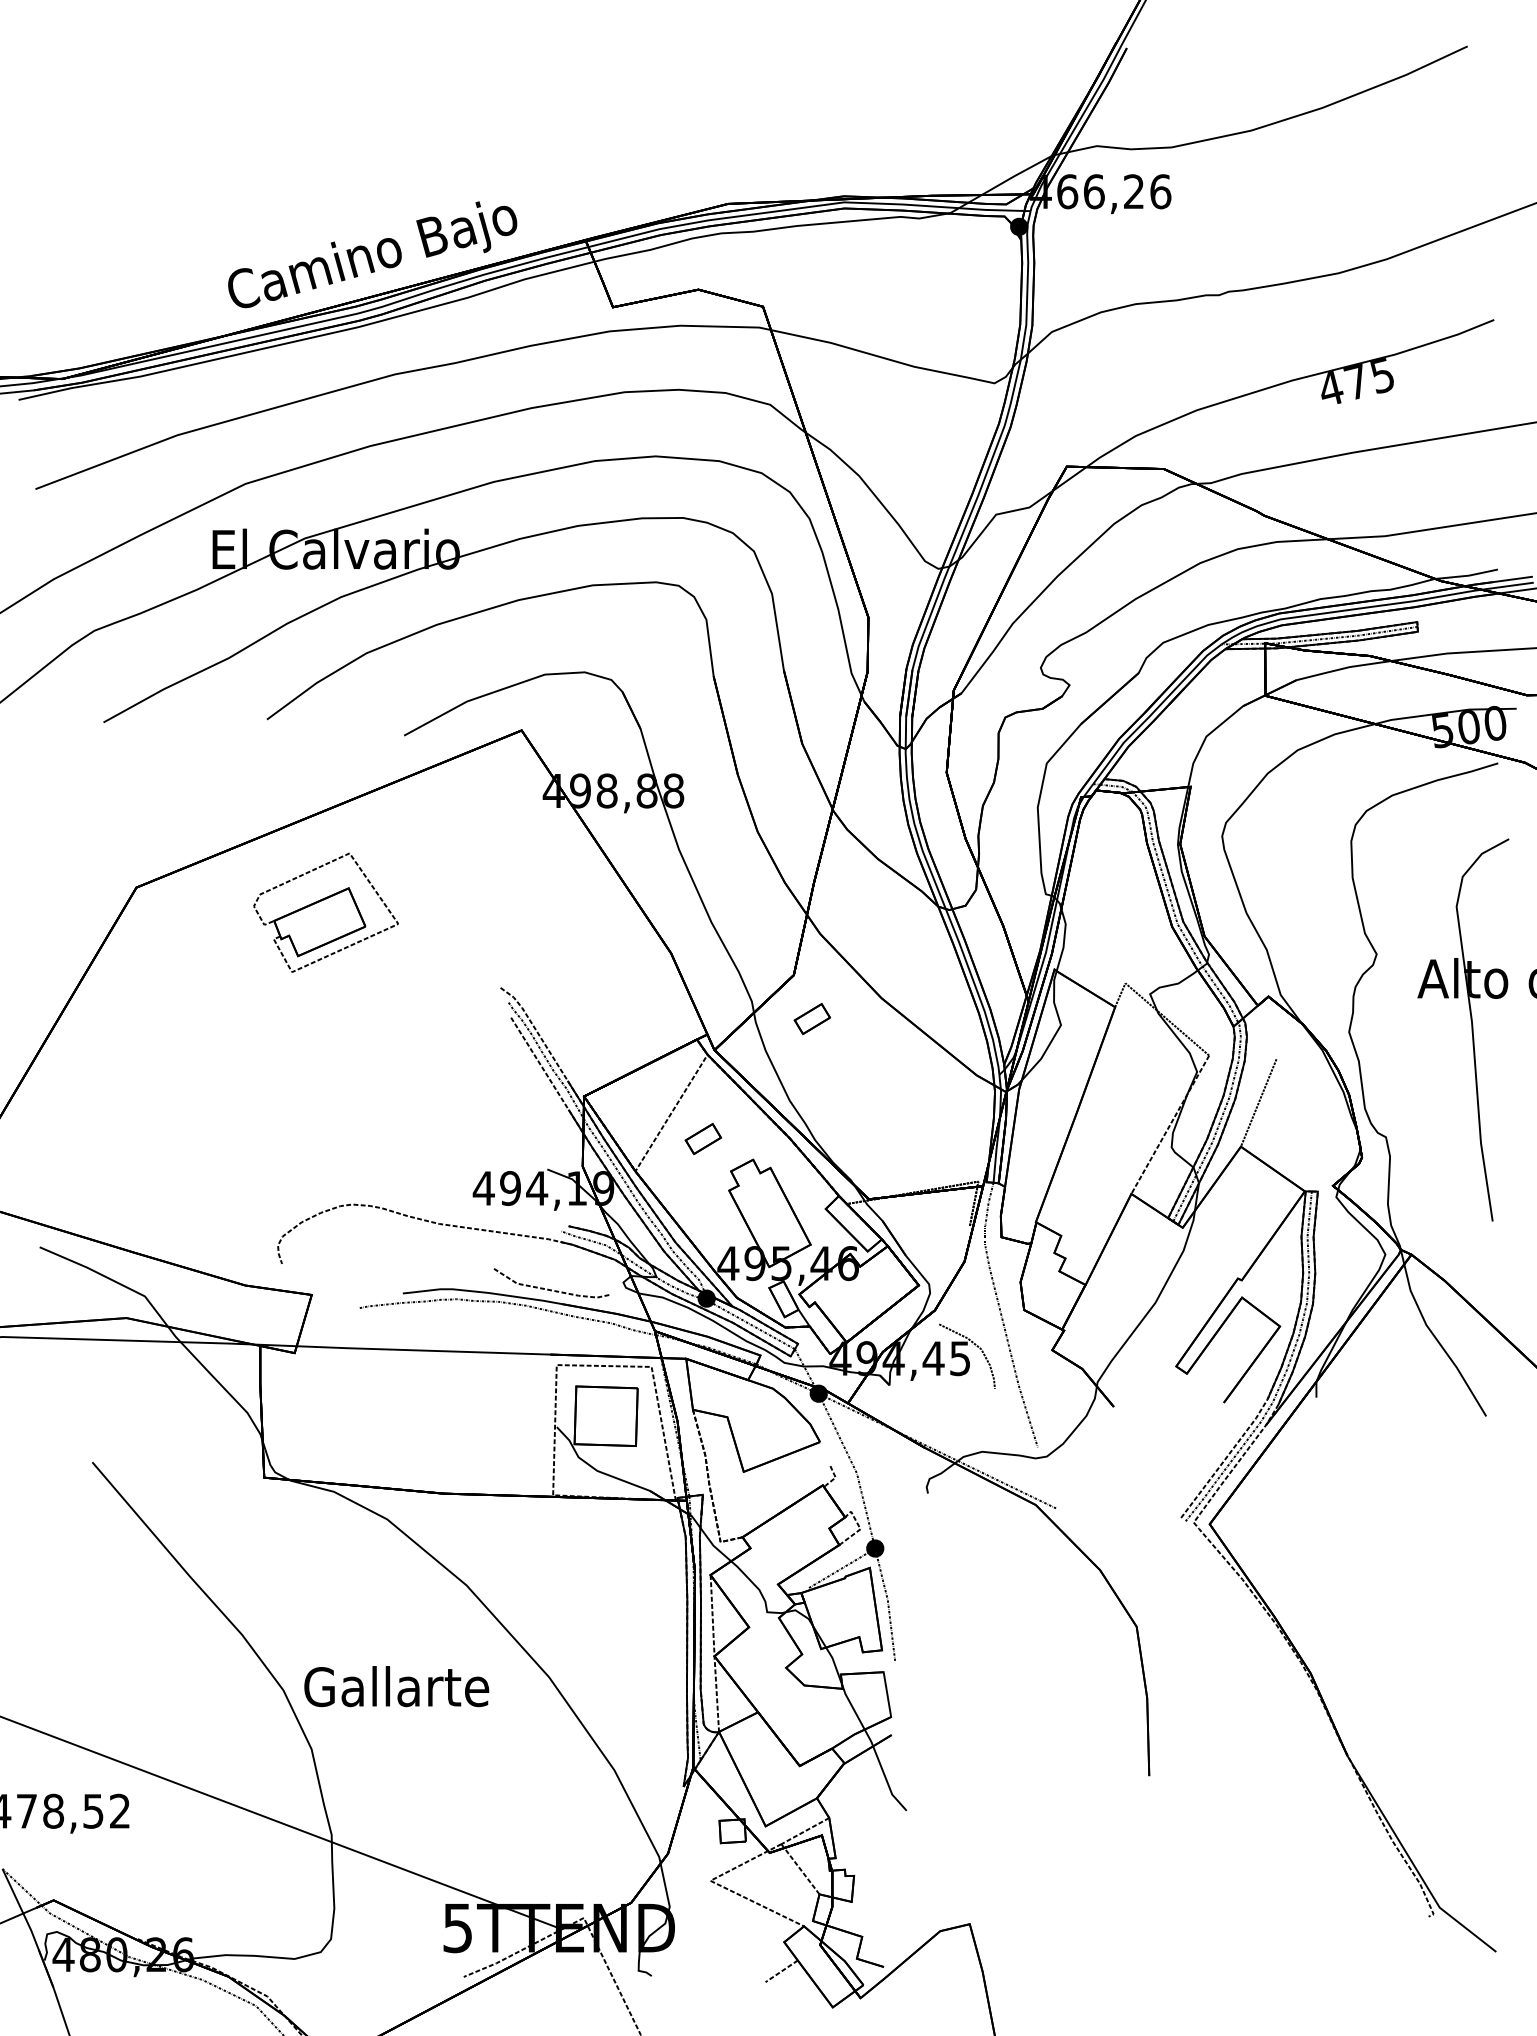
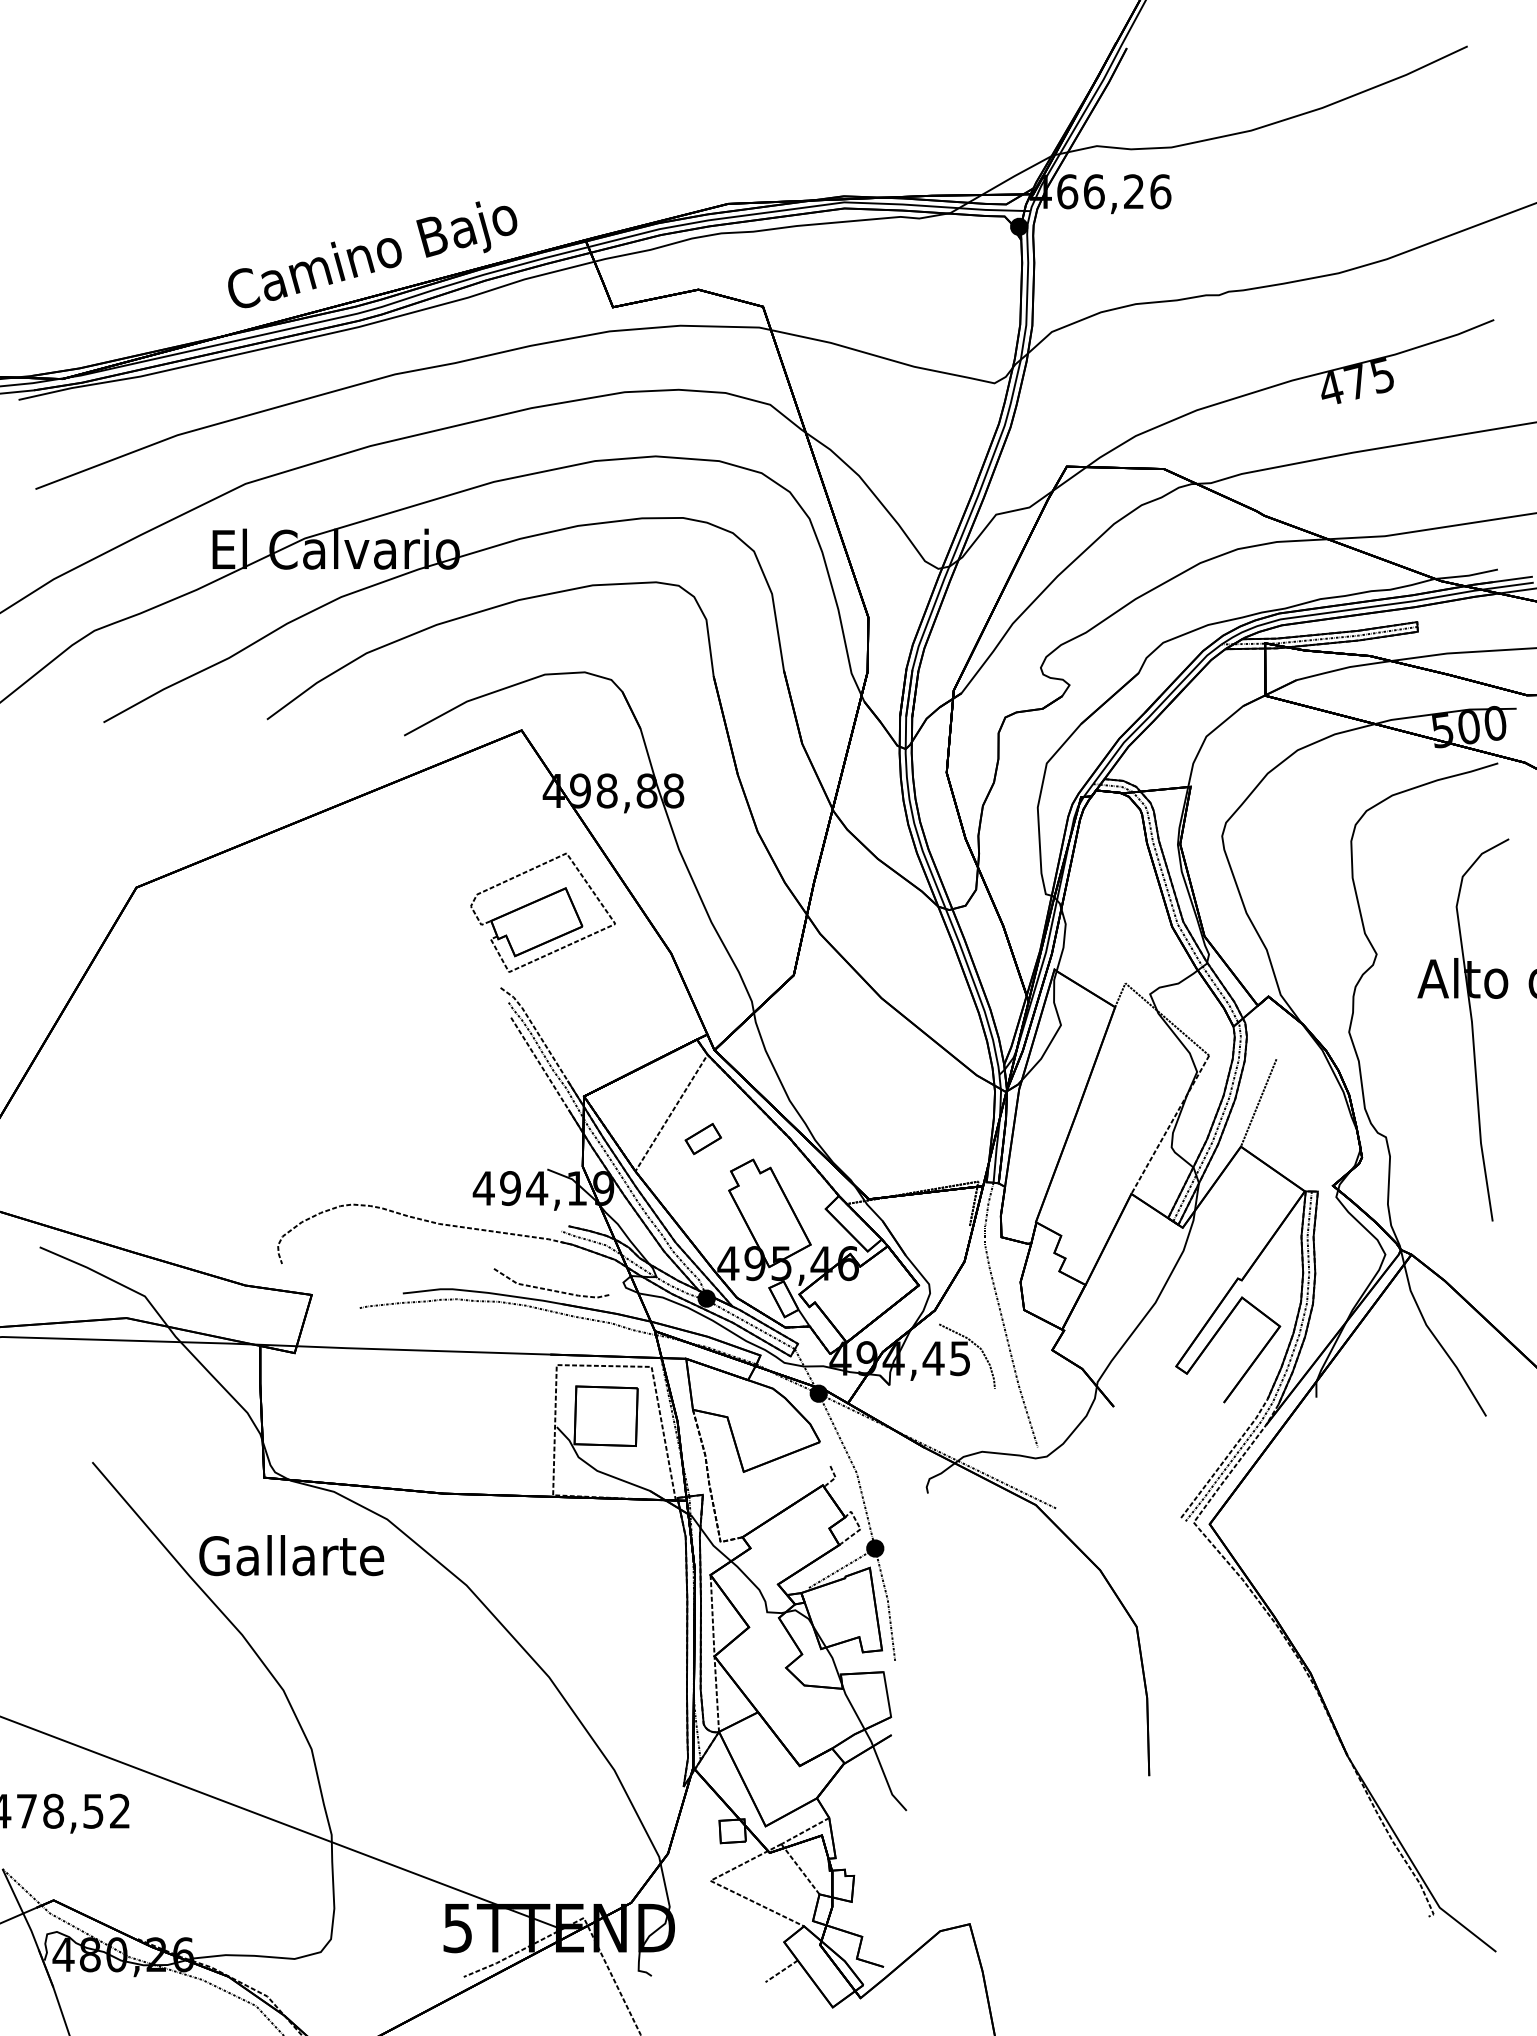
part at (325, 912) position: (325, 912) -> (542, 912)
part at (811, 1019): present -> none
text at (396, 1686) position: (396, 1686) -> (291, 1555)
